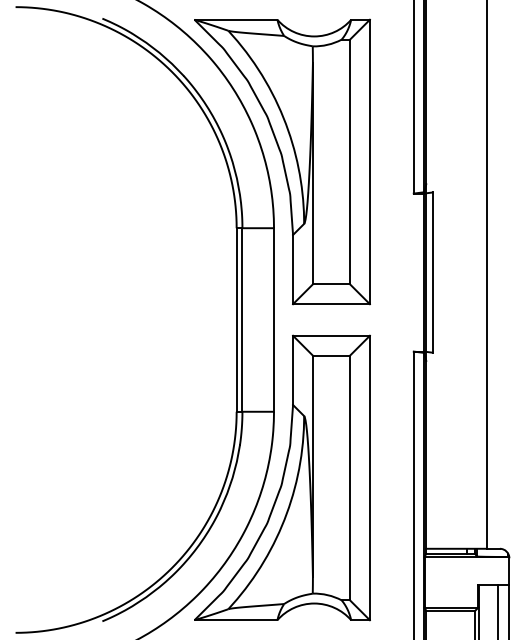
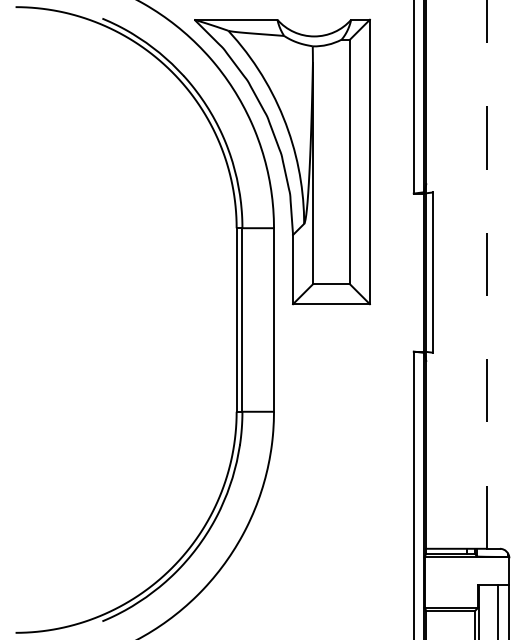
line at (486, 274): solid -> dashed
part at (282, 477): present -> none
